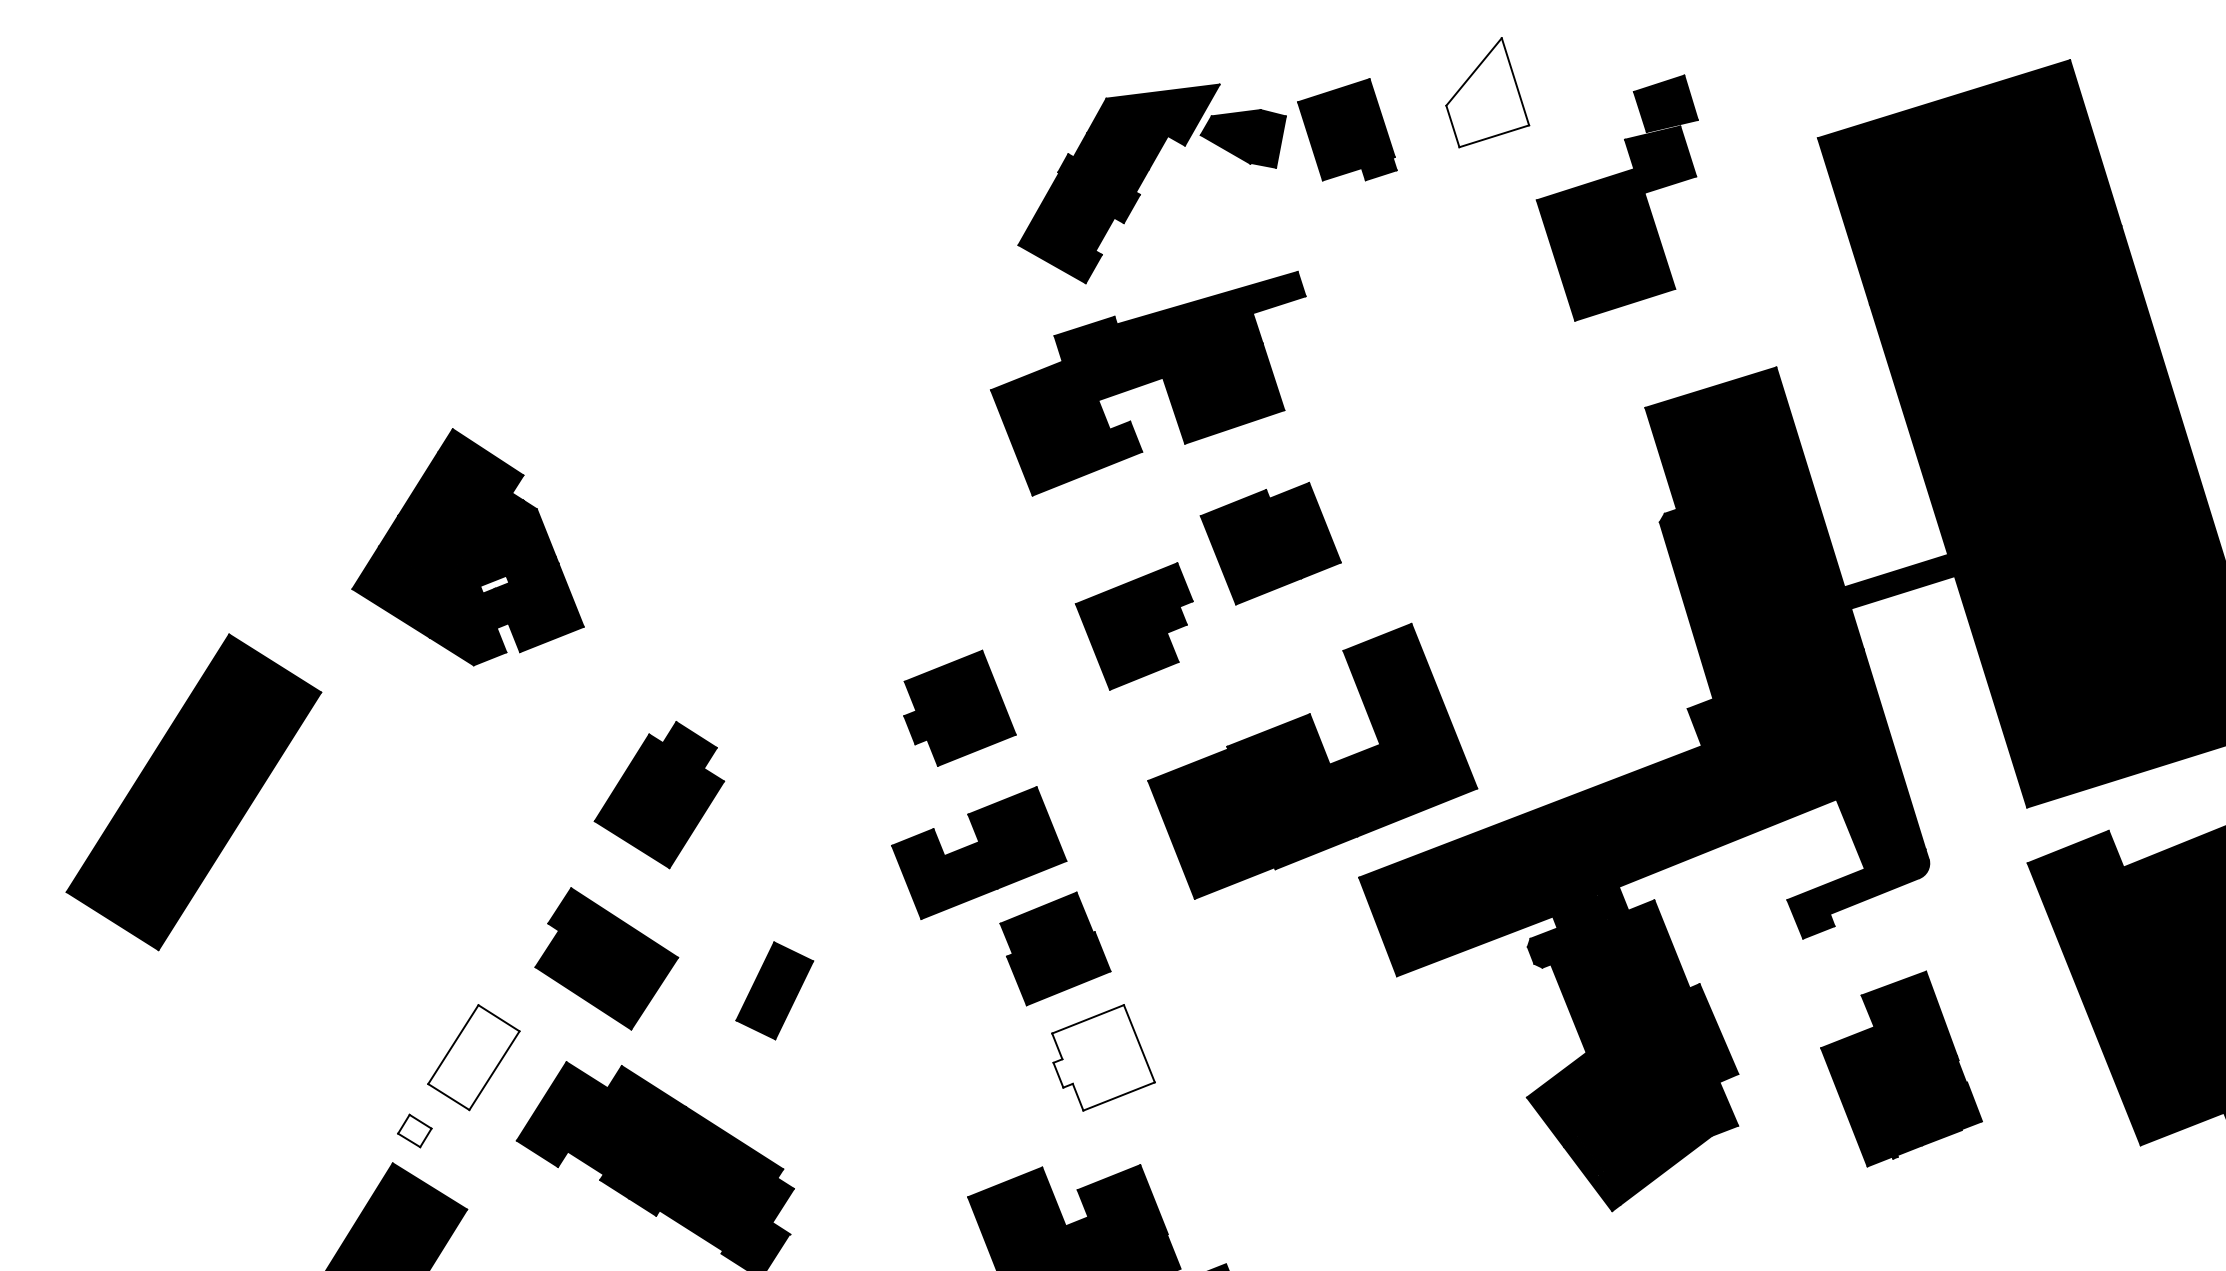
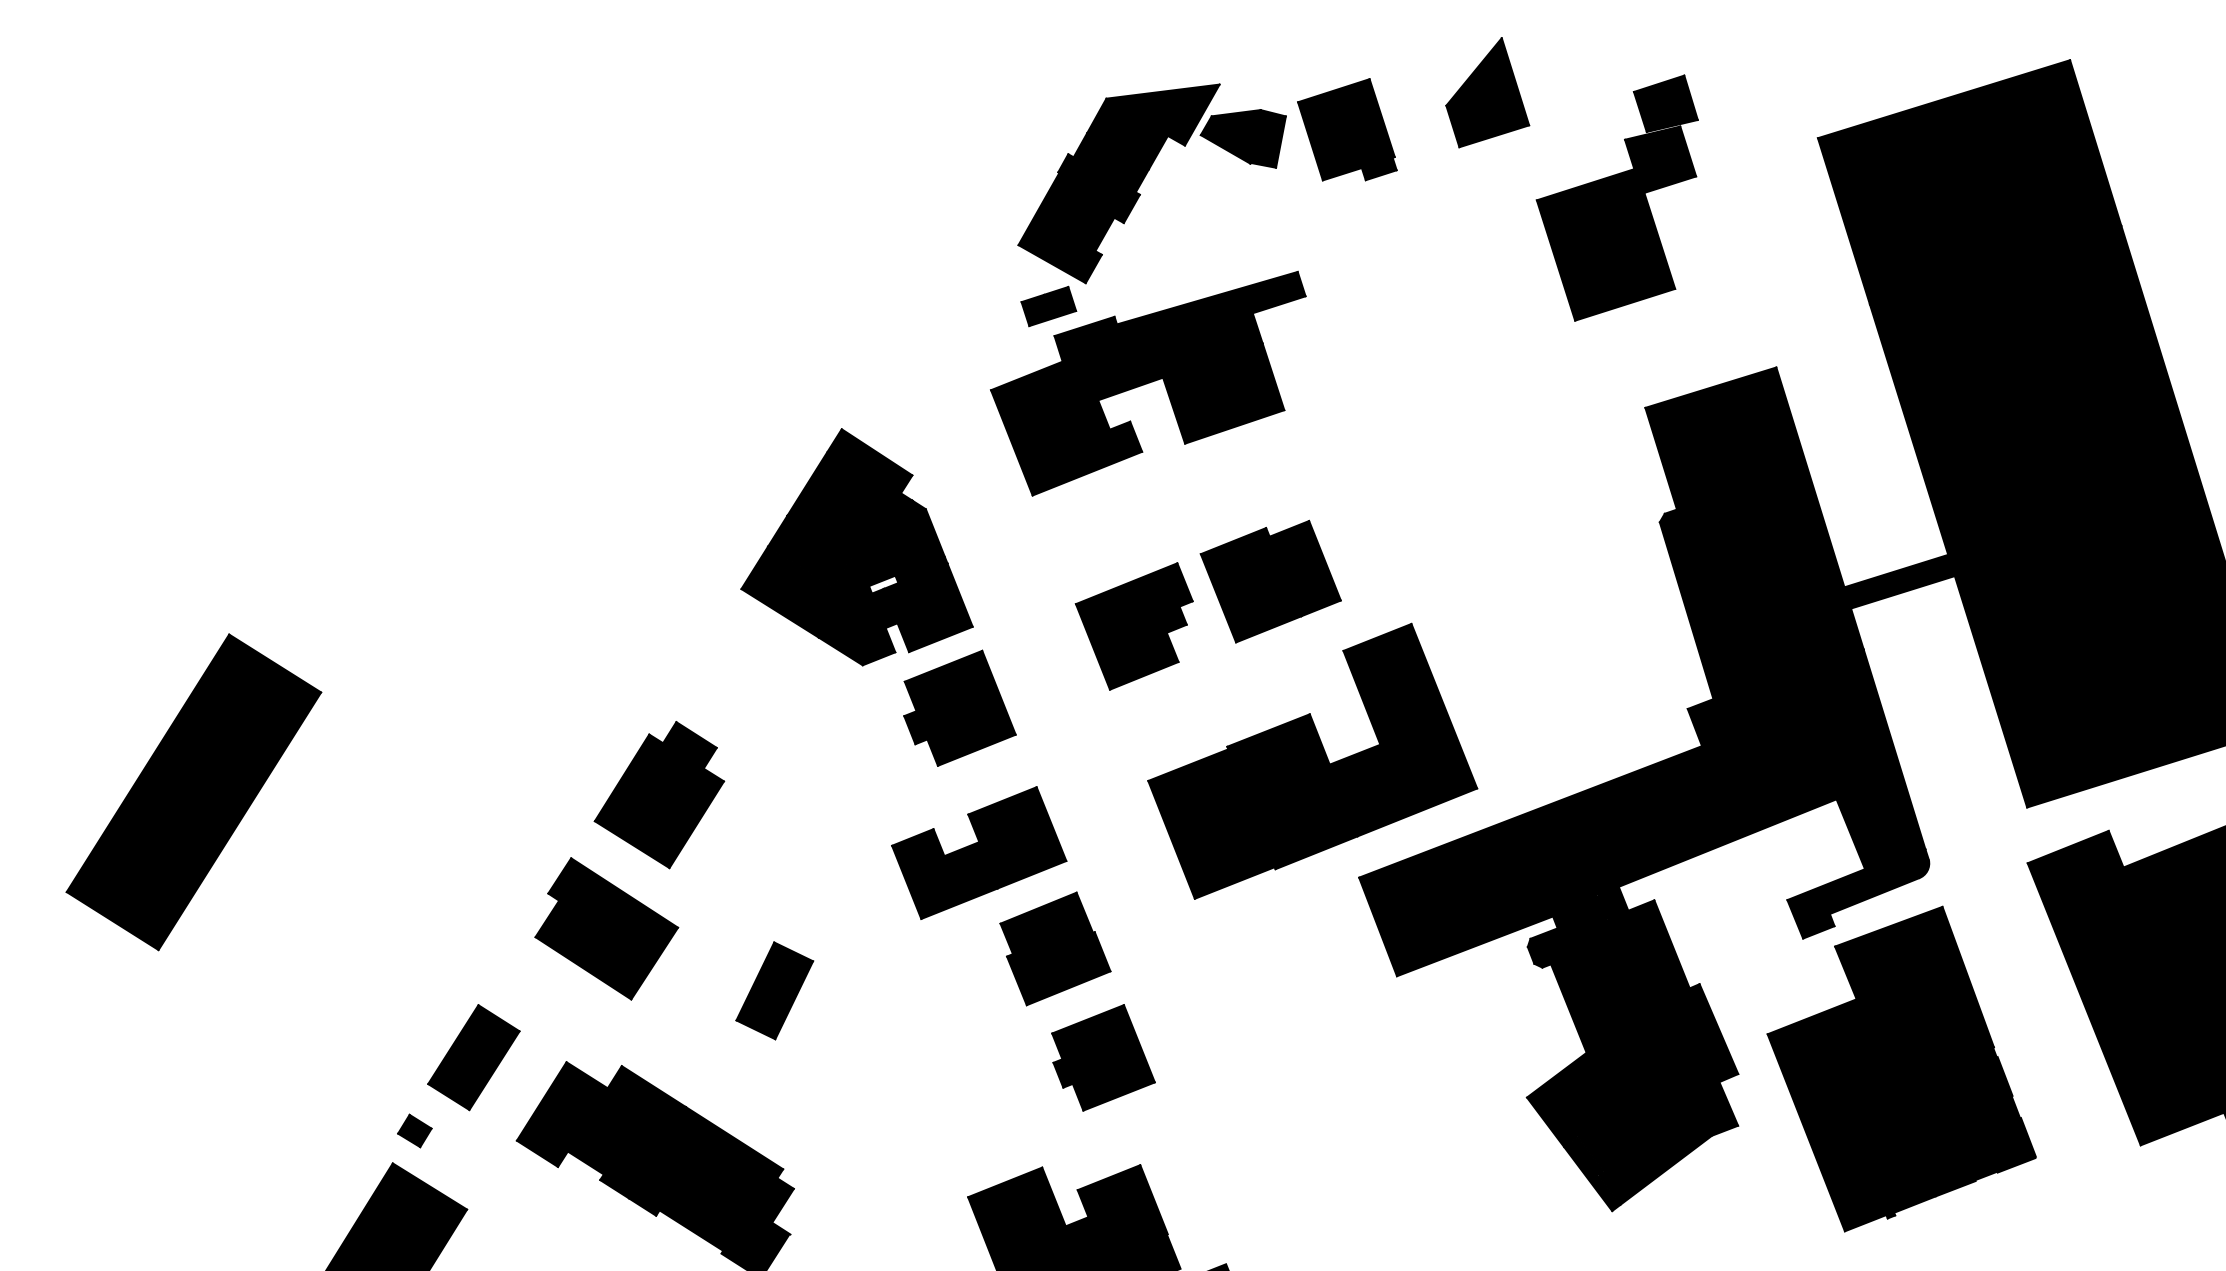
fill at (1487, 92): none -> present
part at (1048, 306): none -> present
part at (1270, 543) position: (1270, 543) -> (1270, 581)
part at (467, 547) position: (467, 547) -> (856, 547)
part at (606, 958) position: (606, 958) -> (606, 928)
fill at (473, 1057): none -> present
fill at (1103, 1057): none -> present
part at (1901, 1068) size: 163x198 px -> 271x328 px
fill at (414, 1130): none -> present
